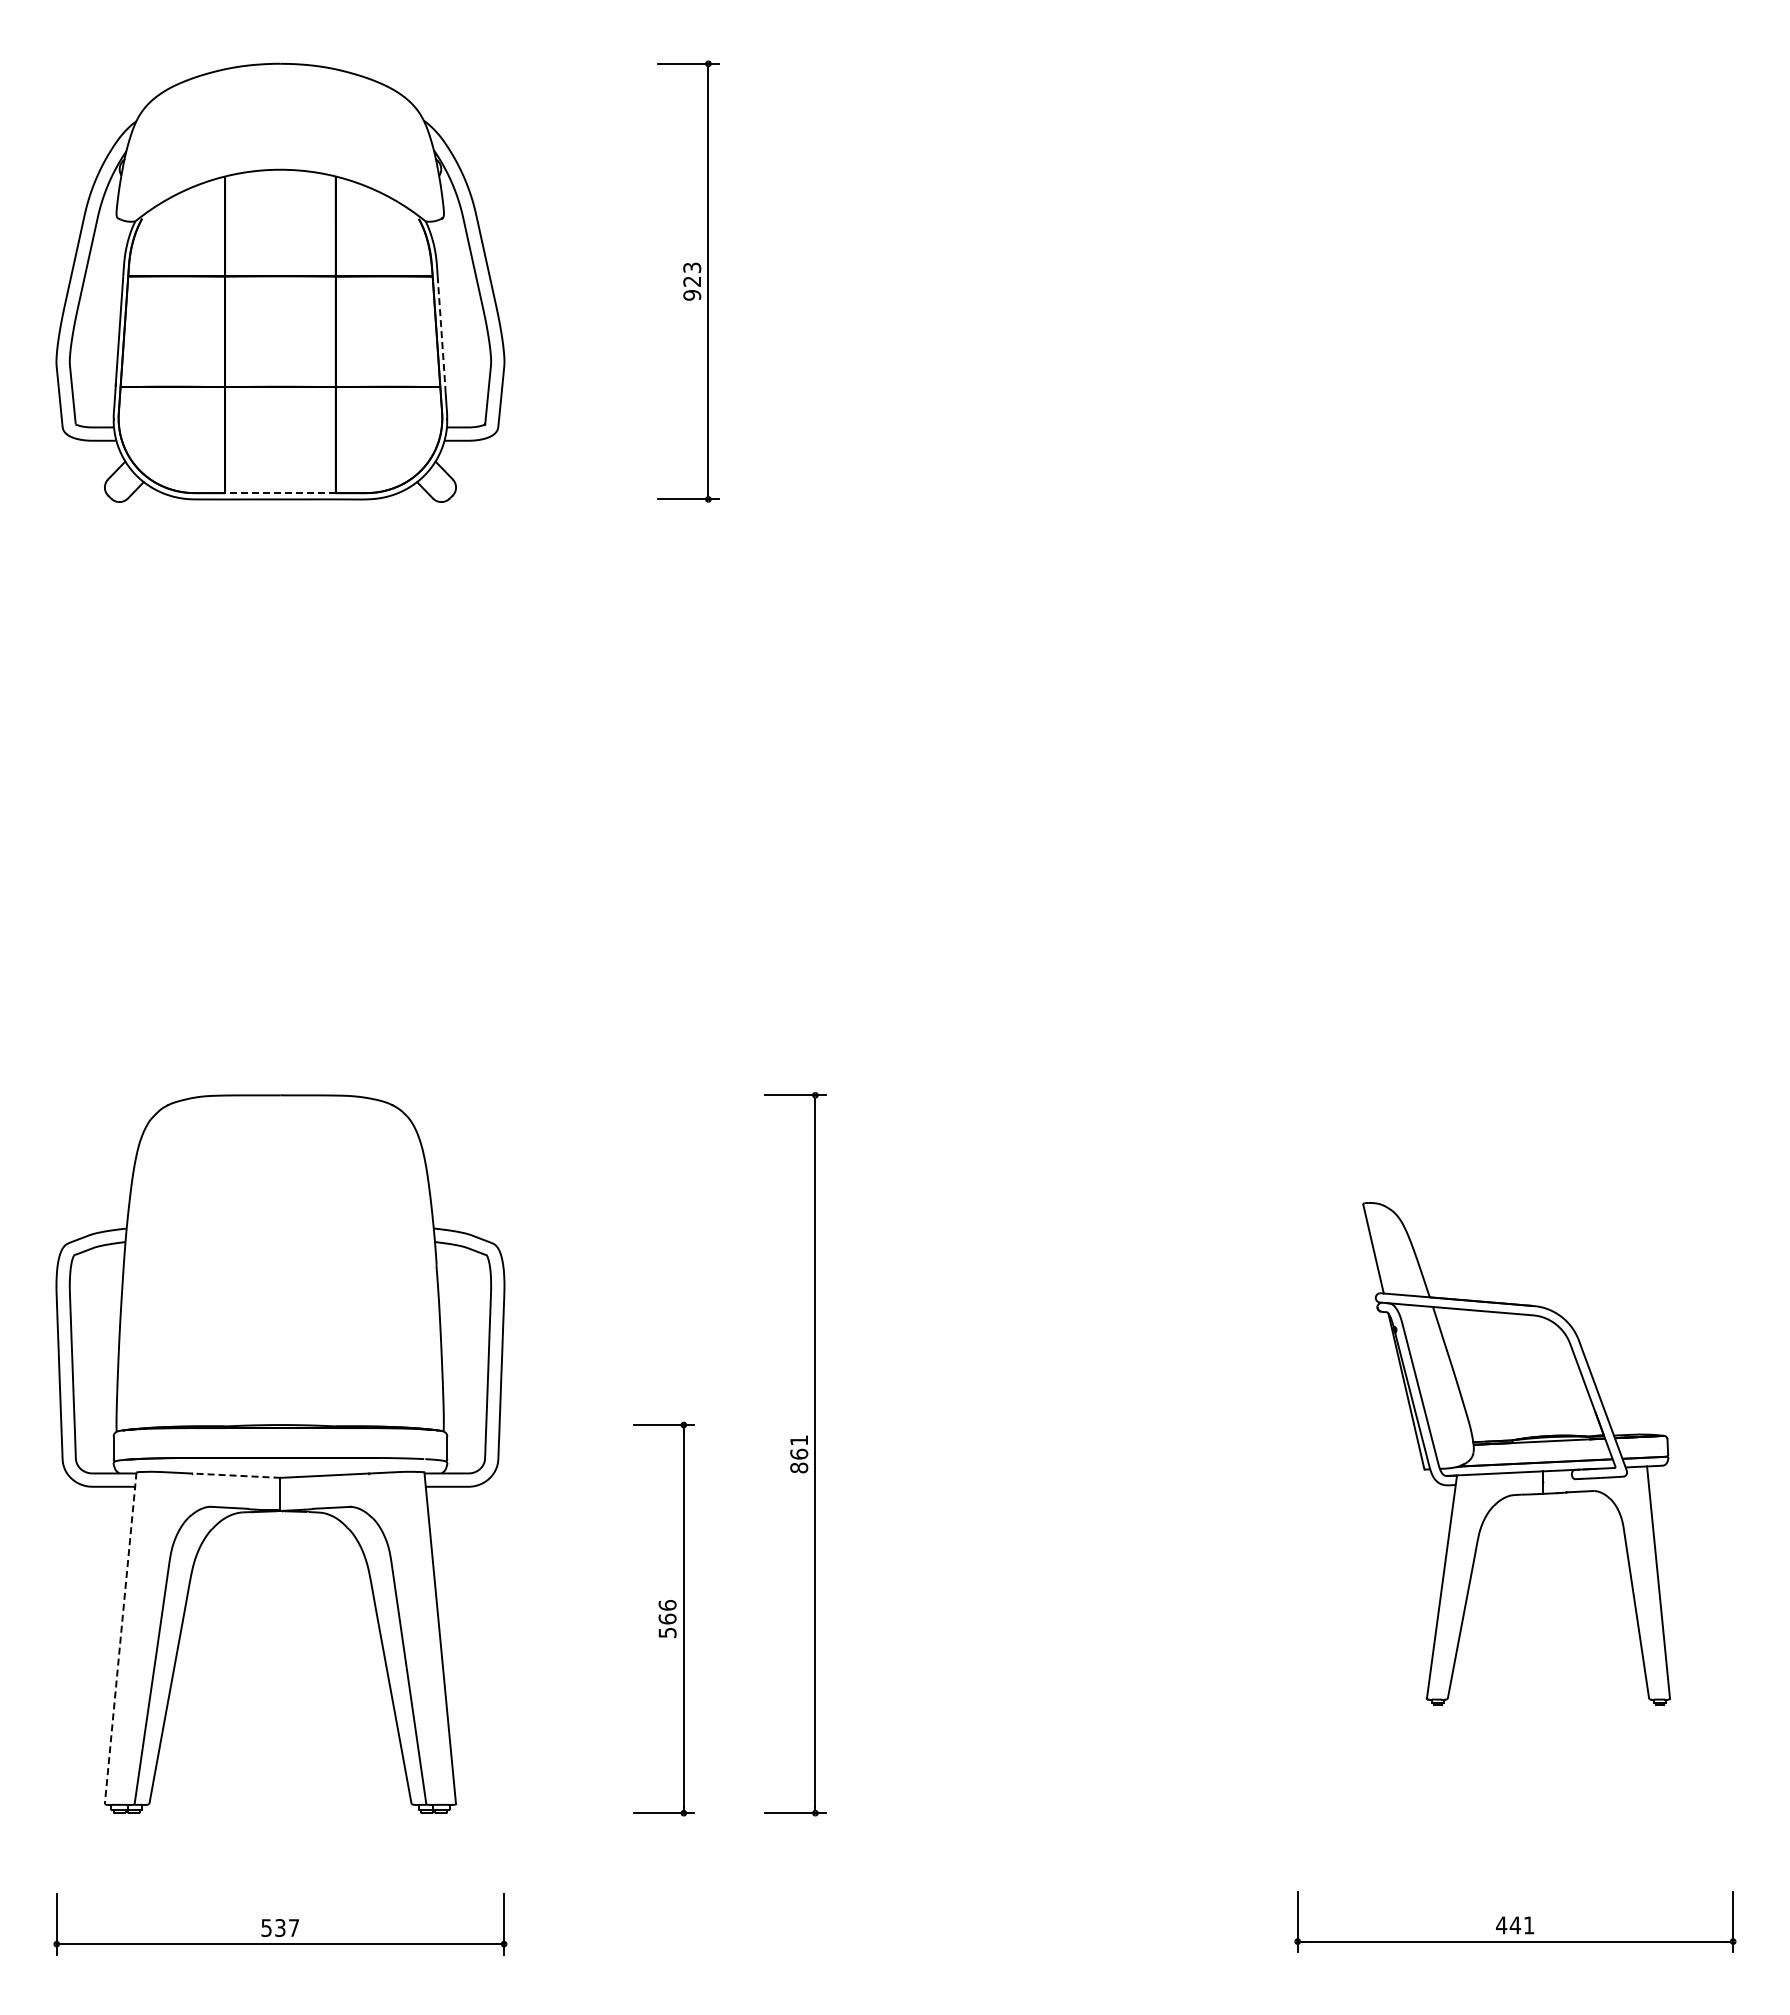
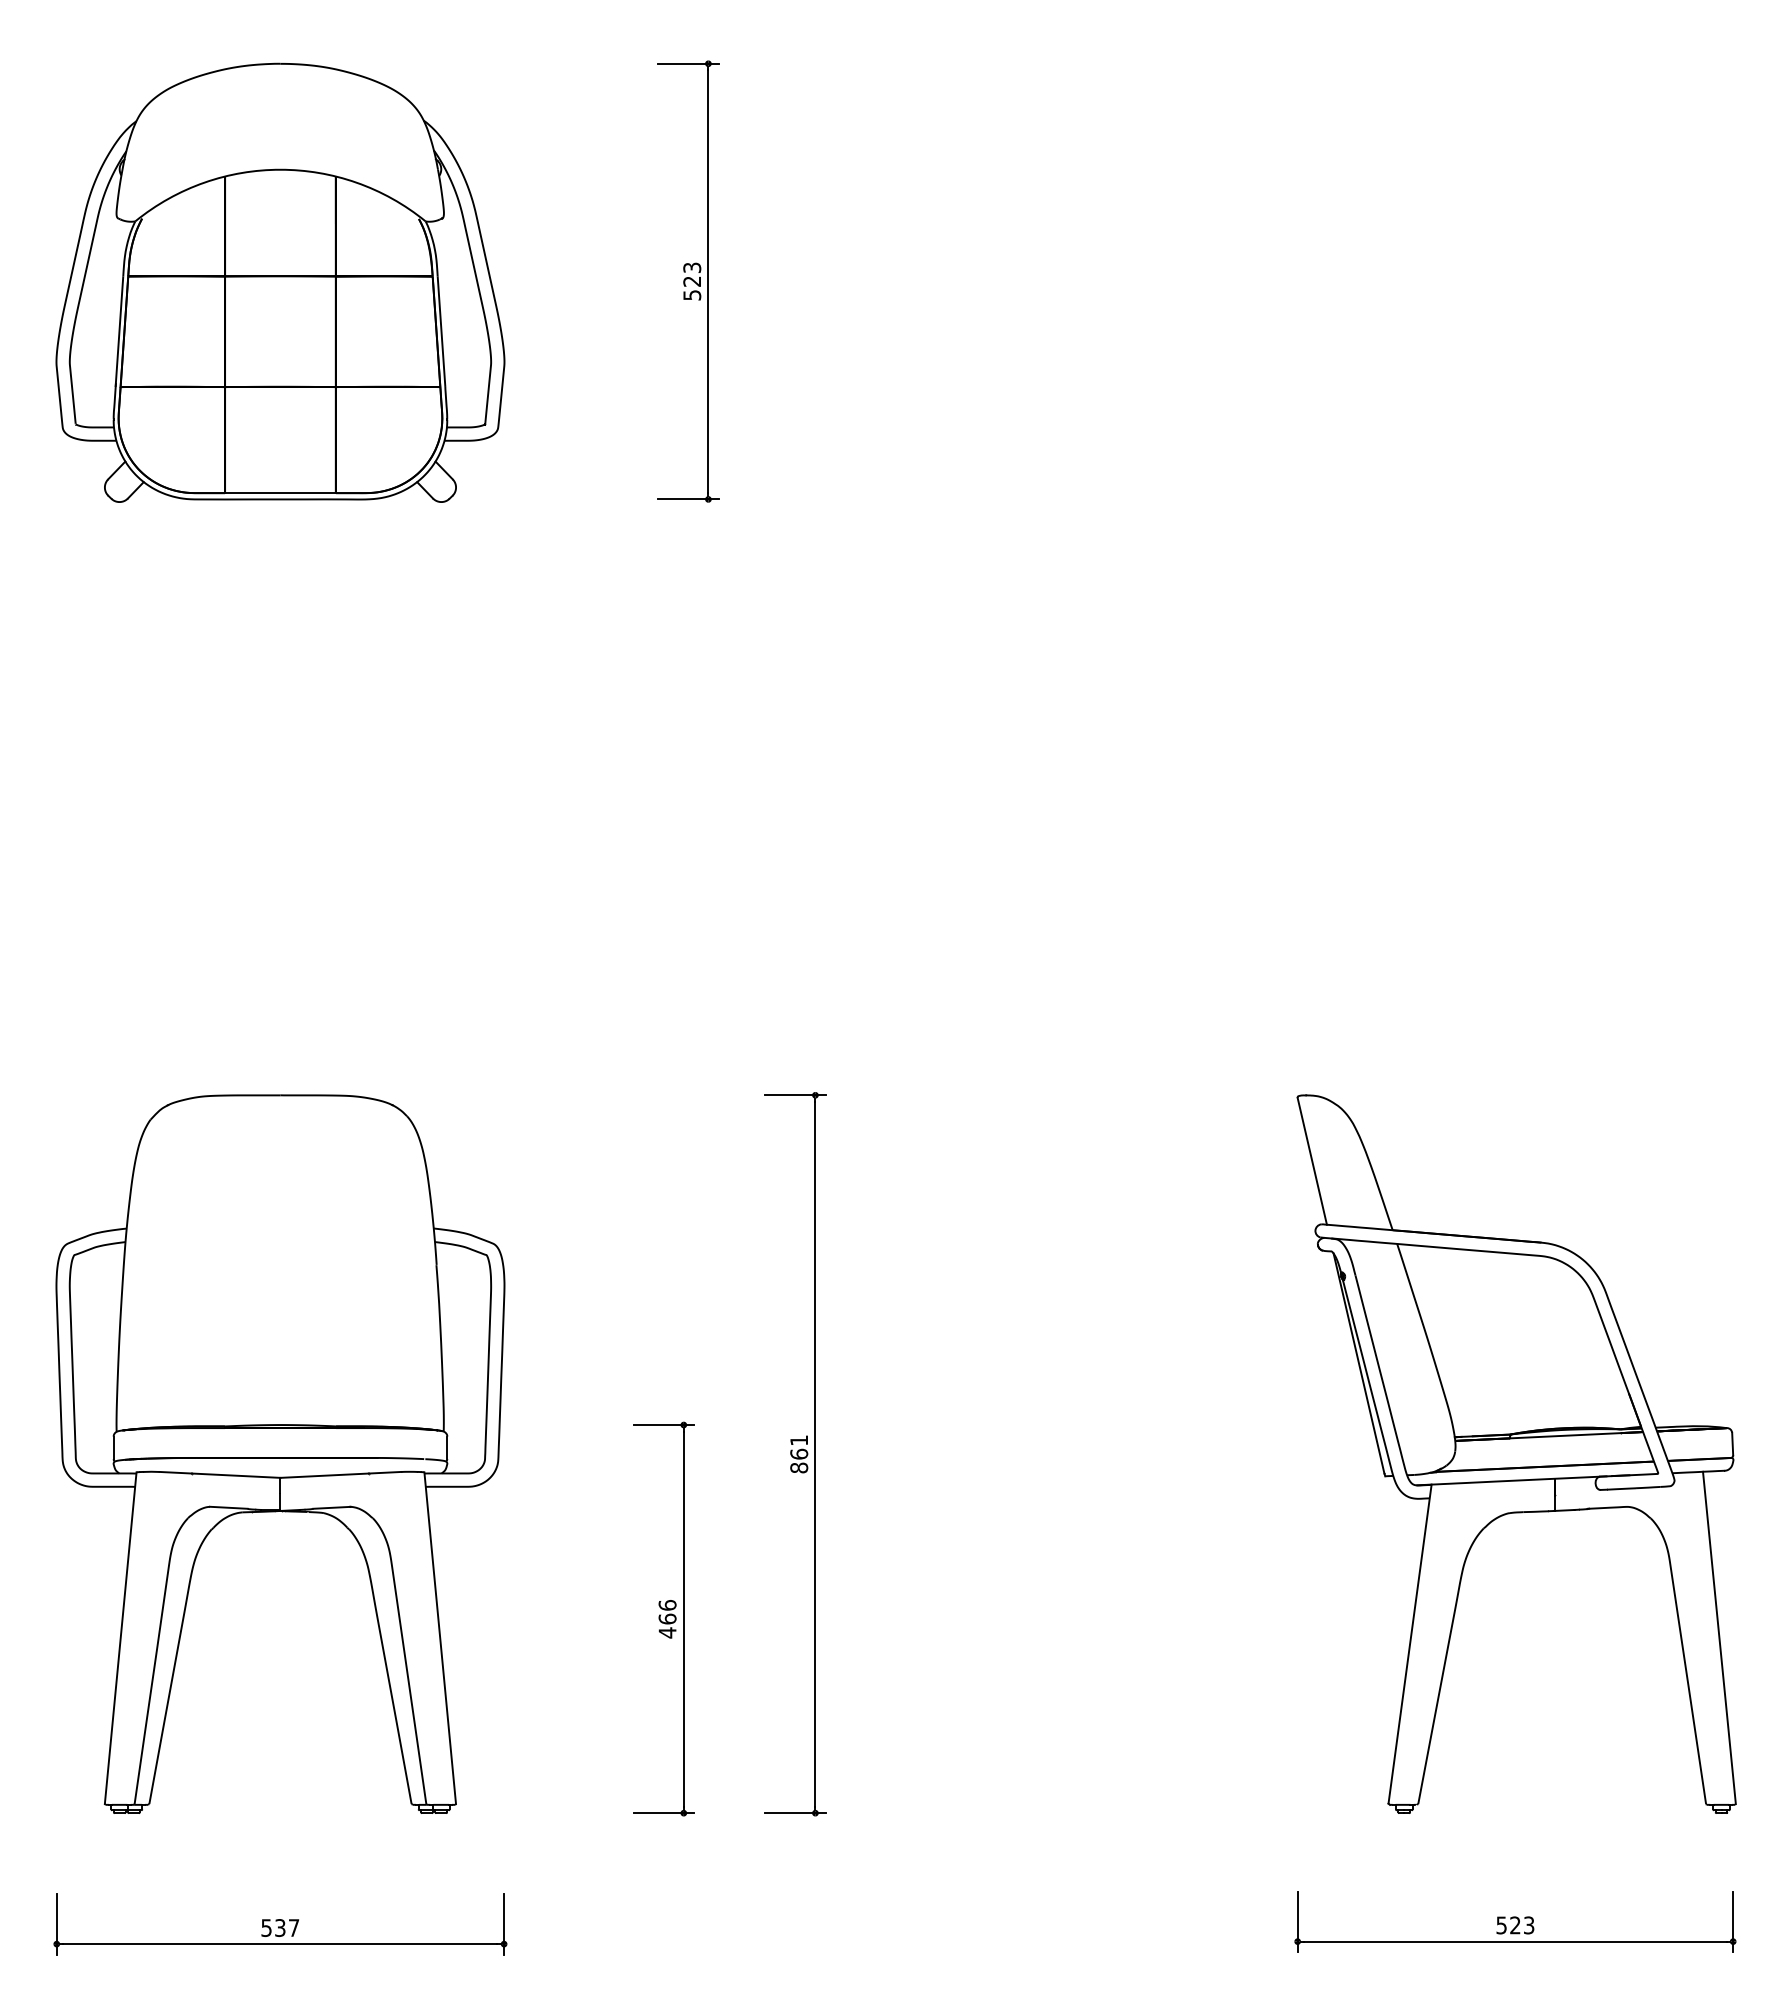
text at (691, 295): 923 -> 523
line at (441, 330): dashed -> solid
line at (279, 493): dashed -> solid
part at (1516, 1454) size: 309x505 px -> 441x720 px
line at (235, 1475): dashed -> solid
text at (667, 1632): 566 -> 466
line at (120, 1638): dashed -> solid
text at (1515, 1925): 441 -> 523
